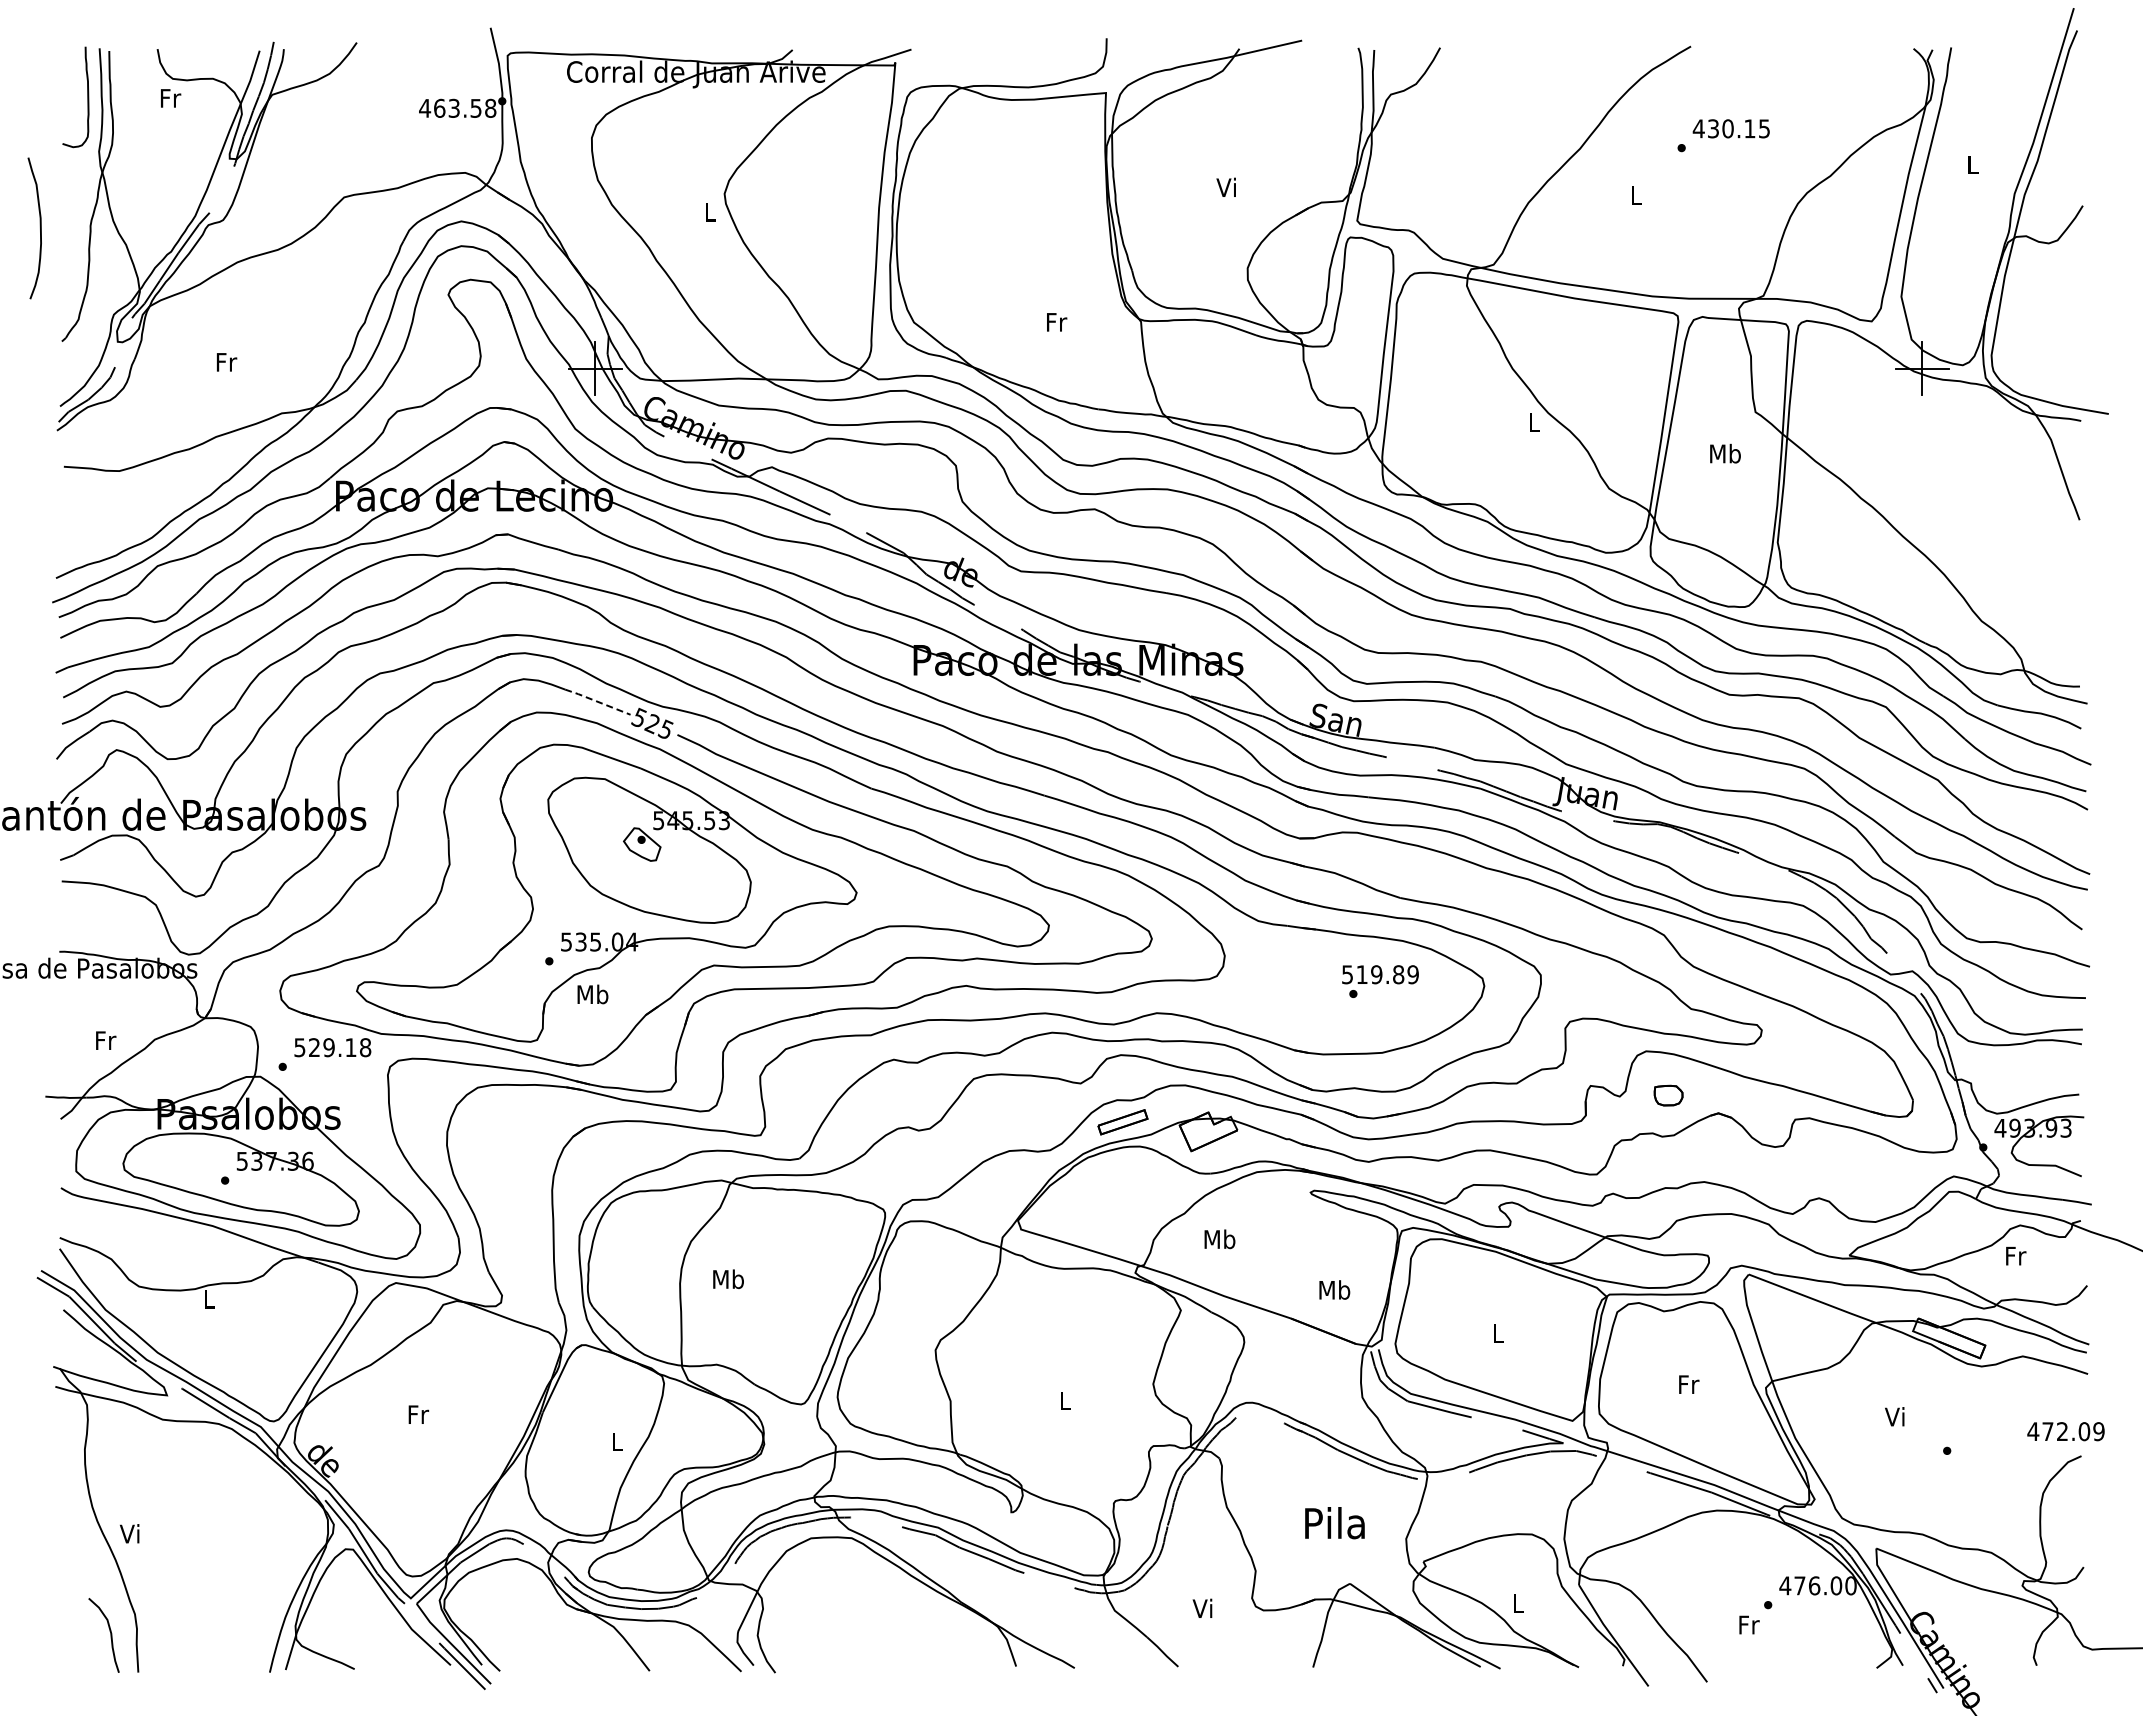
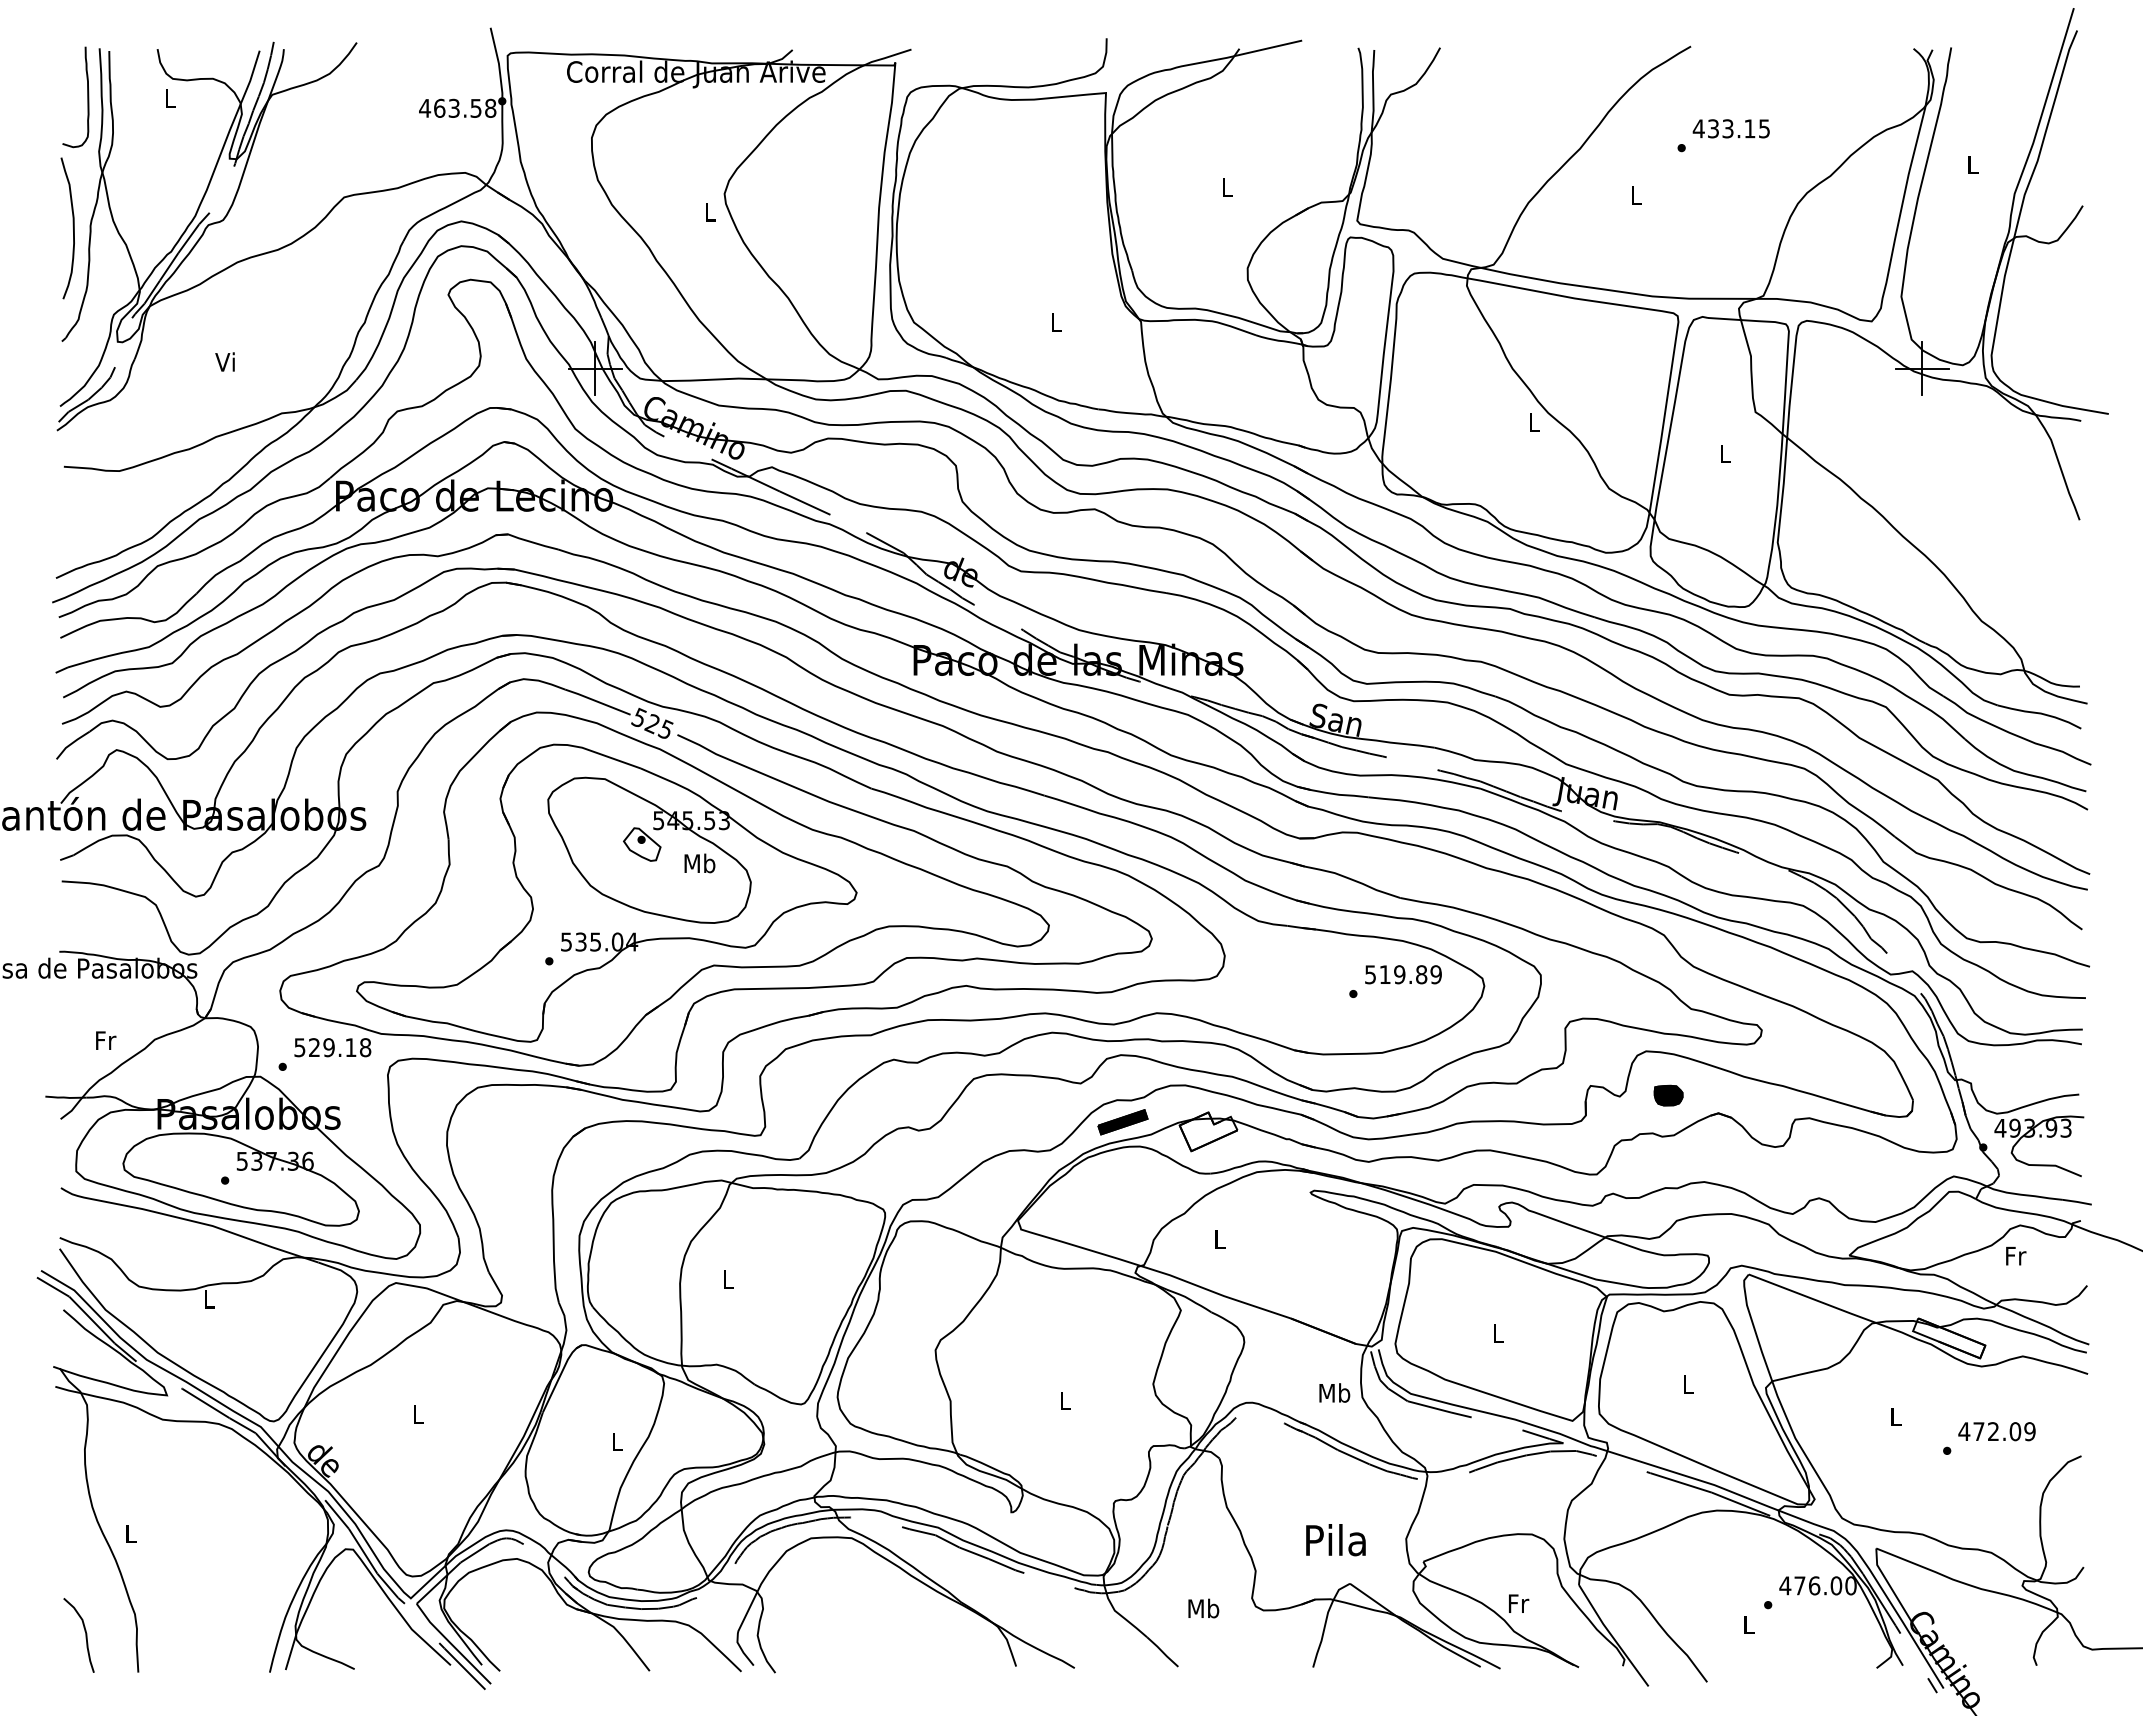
text at (170, 98): Fr -> L
text at (1727, 128): 430.15 -> 433.15
text at (1225, 186): Vi -> L
curve at (39, 227) position: (39, 227) -> (72, 227)
text at (1057, 322): Fr -> L
text at (226, 361): Fr -> Vi
text at (1725, 453): Mb -> L
line at (597, 701): dashed -> solid
text at (1380, 974) position: (1380, 974) -> (1403, 974)
text at (592, 994) position: (592, 994) -> (699, 863)
fill at (1668, 1095): none -> present
fill at (1122, 1122): none -> present
text at (1219, 1239): Mb -> L
text at (728, 1279): Mb -> L
text at (1334, 1289) position: (1334, 1289) -> (1334, 1392)
text at (1689, 1384): Fr -> L
text at (418, 1414): Fr -> L
text at (1894, 1416): Vi -> L
text at (2065, 1431) position: (2065, 1431) -> (1996, 1431)
text at (1334, 1523) position: (1334, 1523) -> (1335, 1540)
text at (129, 1533): Vi -> L
text at (1519, 1603): L -> Fr
text at (1203, 1608): Vi -> Mb
text at (1749, 1624): Fr -> L
curve at (110, 1635) position: (110, 1635) -> (85, 1635)
